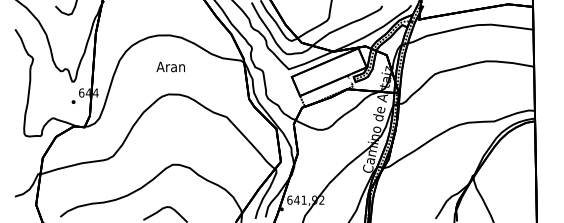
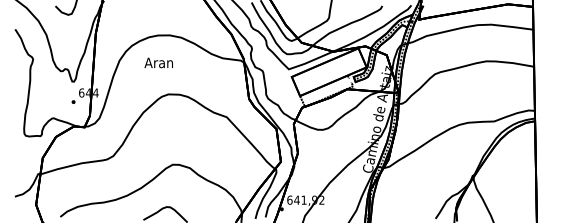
text at (170, 66) position: (170, 66) -> (158, 62)
